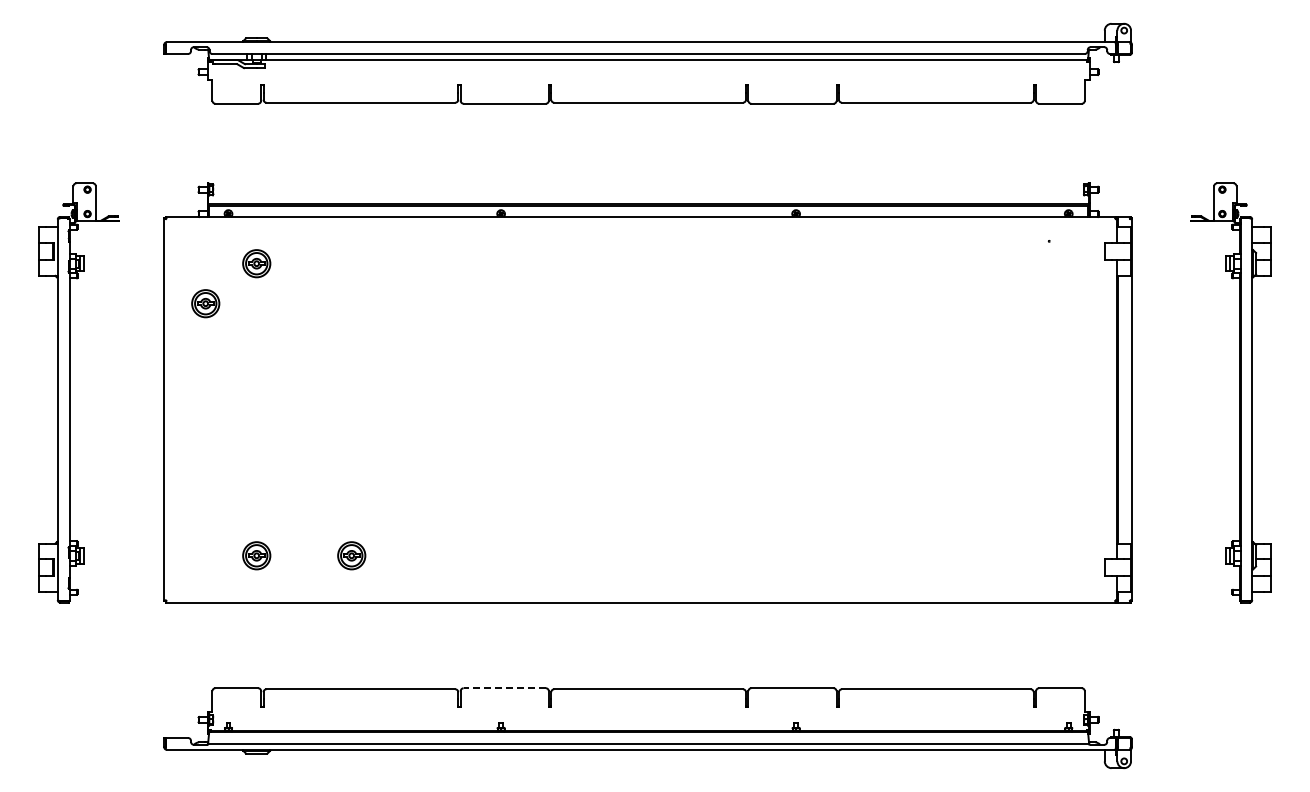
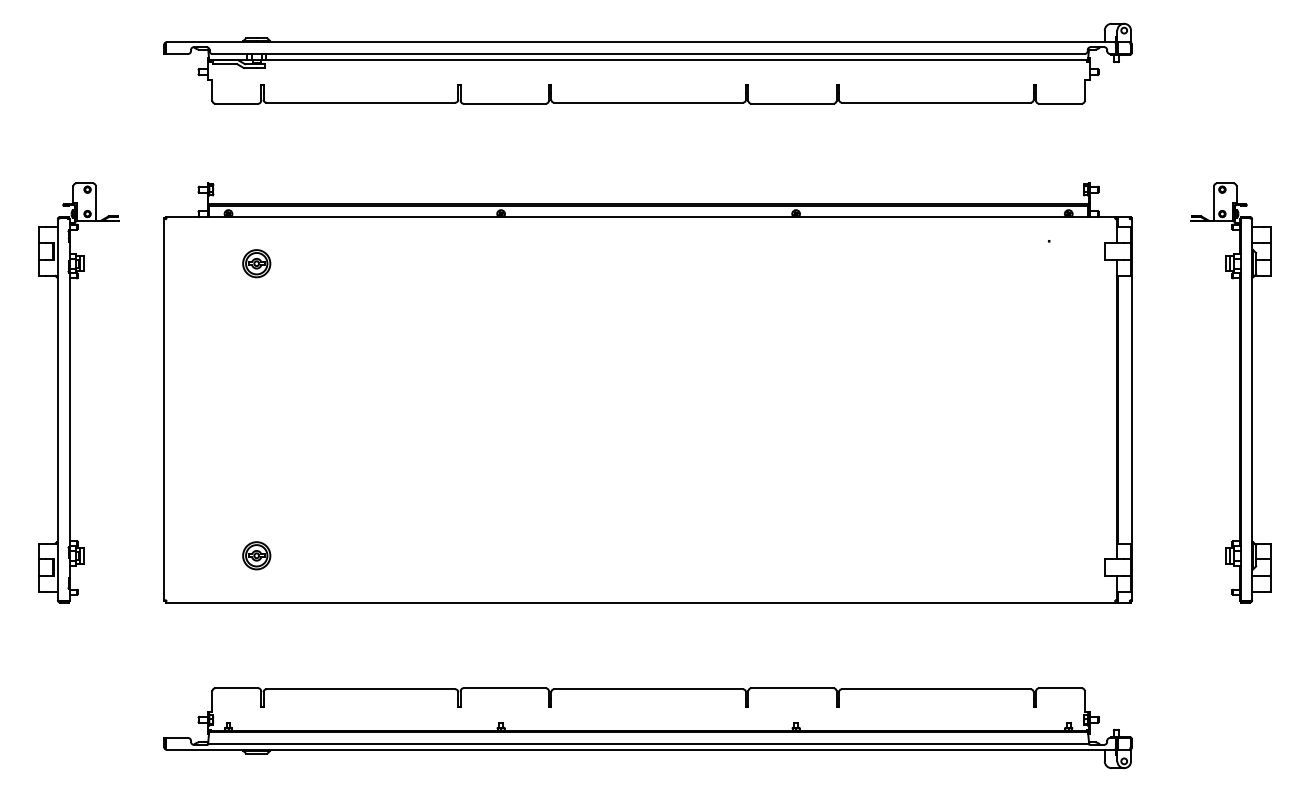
part at (205, 303): present -> none
part at (351, 555): present -> none
line at (504, 688): dashed -> solid
